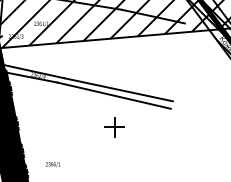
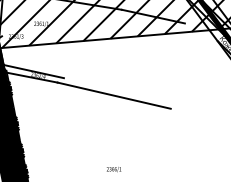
line at (117, 89): present -> none
part at (114, 127): present -> none
text at (52, 164) position: (52, 164) -> (113, 169)
